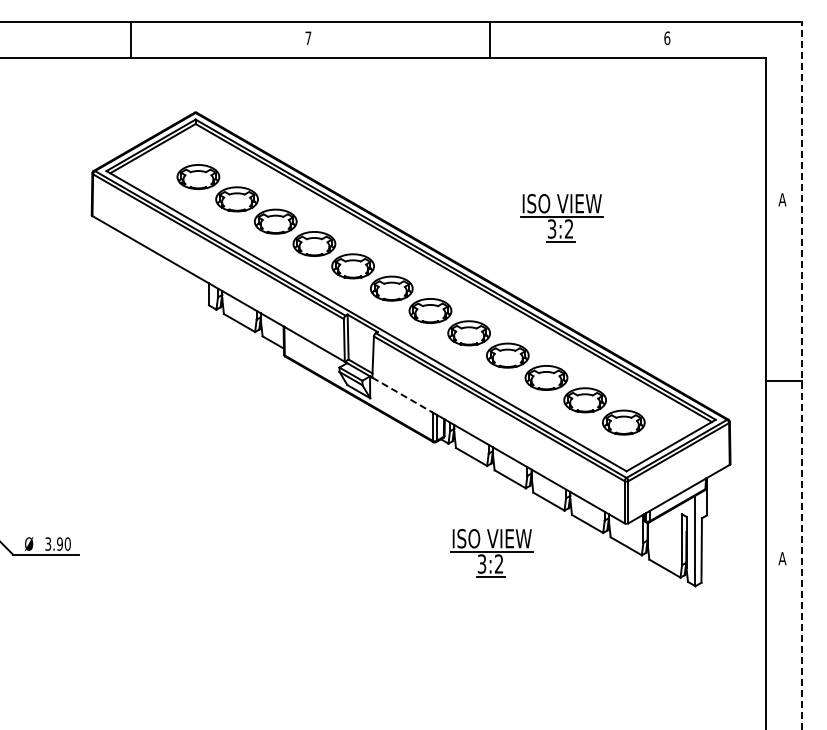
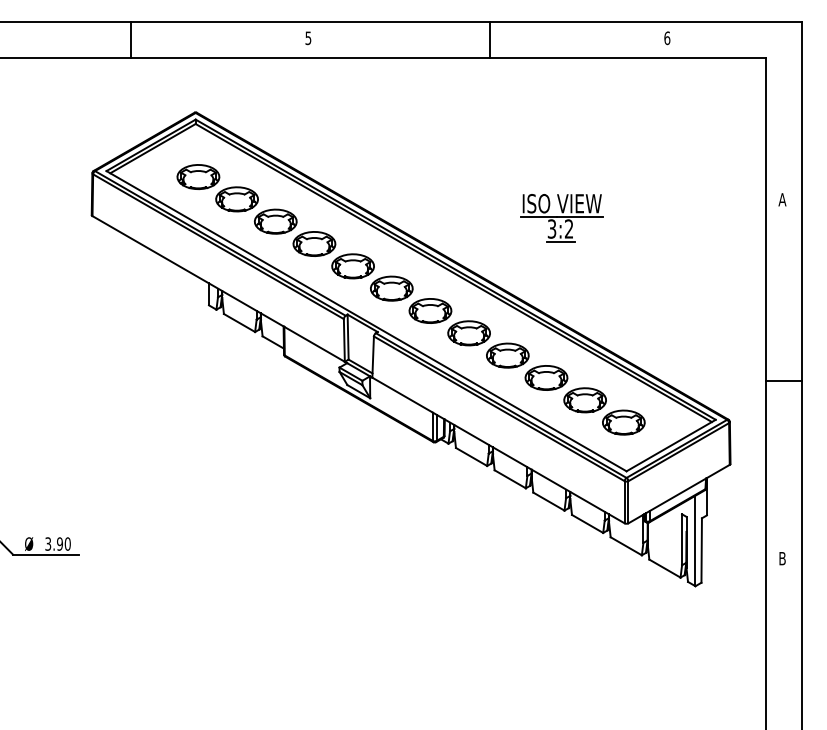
text at (308, 38): 7 -> 5
line at (802, 375): dashed -> solid
line at (402, 395): dashed -> solid
part at (491, 553): present -> none
text at (782, 558): A -> B
